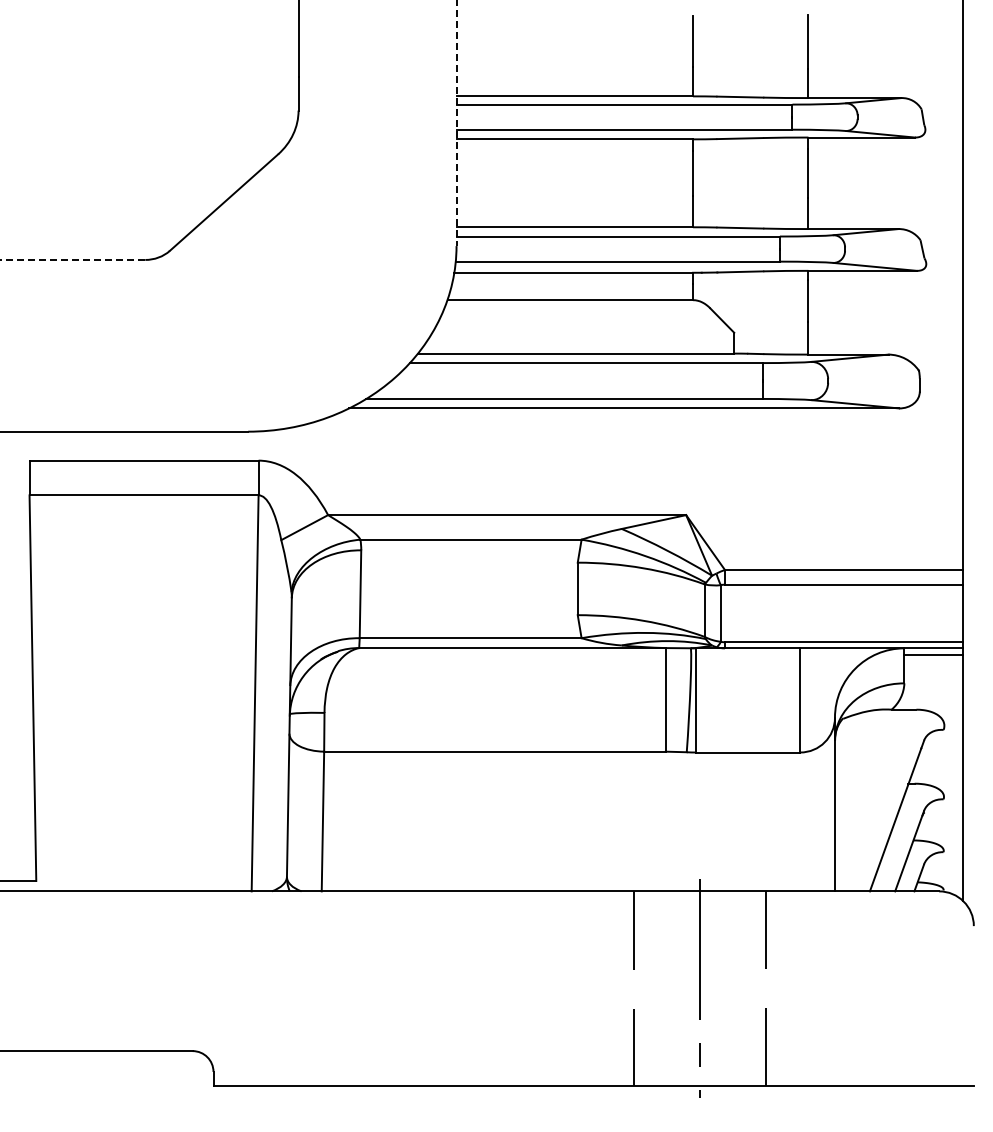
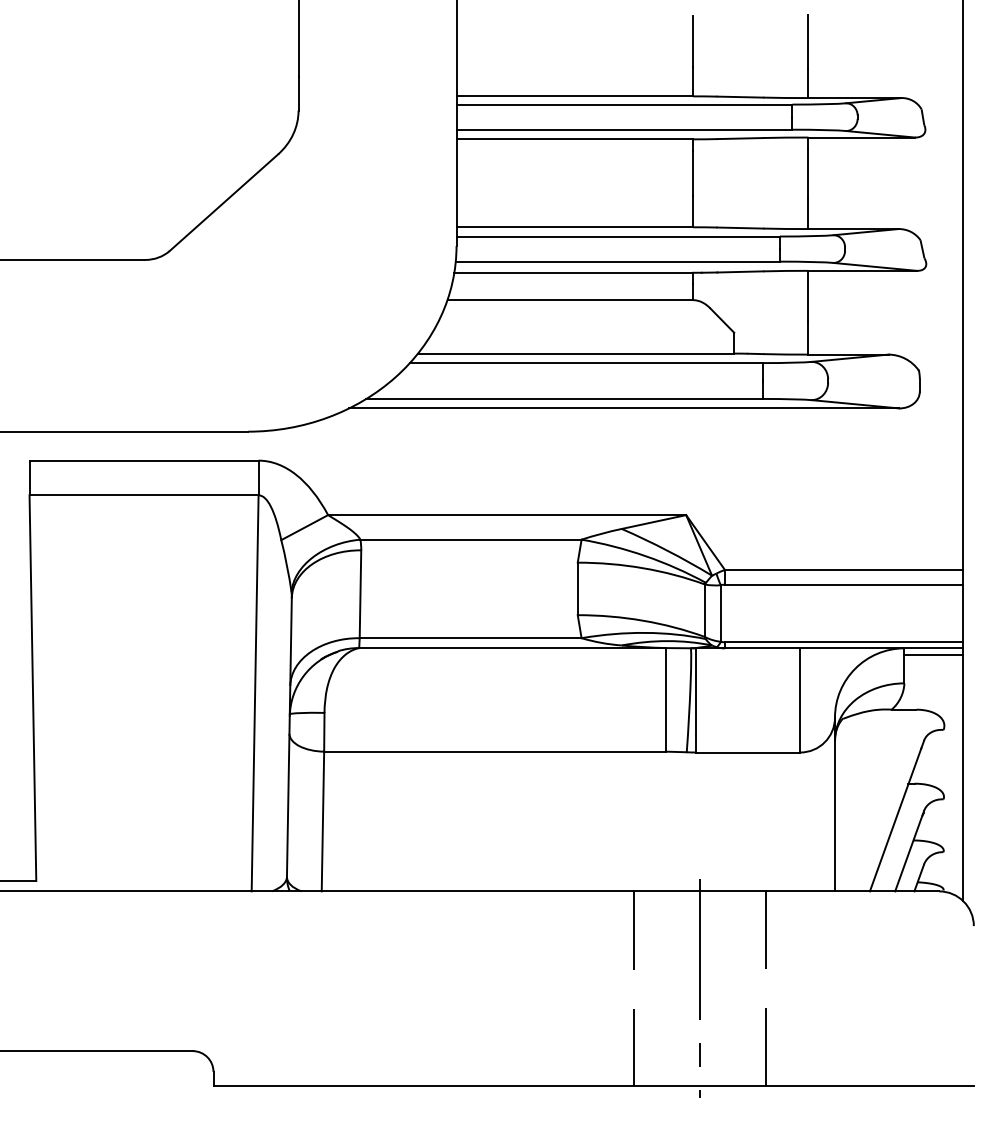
line at (456, 123): dashed -> solid
line at (72, 259): dashed -> solid
